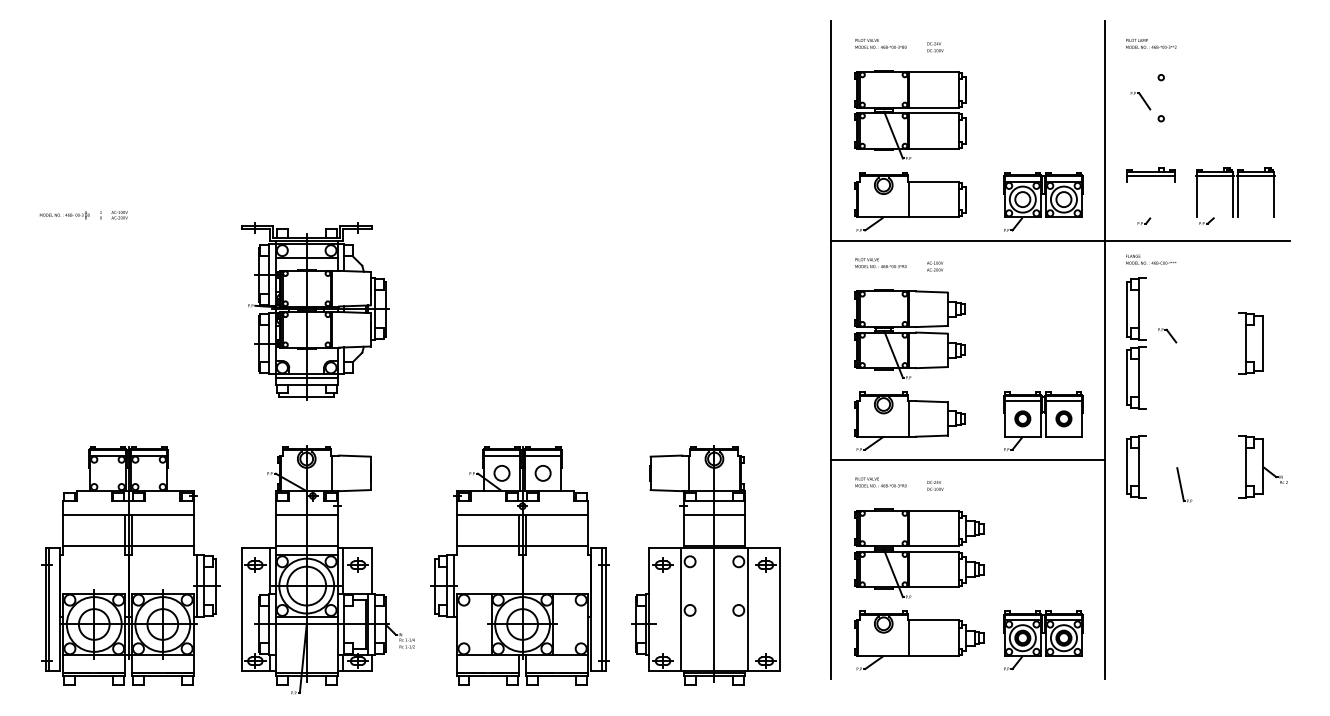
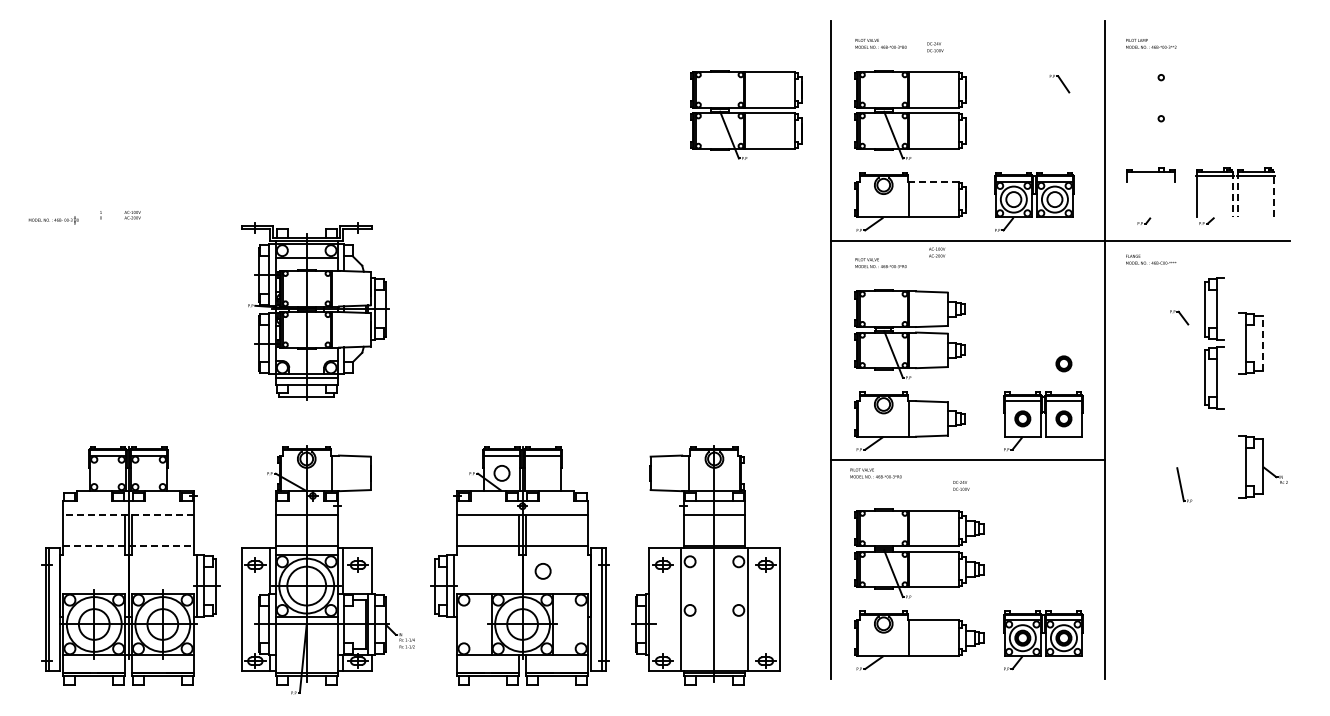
part at (1140, 100) position: (1140, 100) -> (1059, 83)
part at (746, 114): none -> present
line at (1150, 176): present -> none
line at (933, 181): solid -> dashed
line at (1273, 194): solid -> dashed
line at (1232, 195): solid -> dashed
line at (1238, 195): solid -> dashed
part at (1043, 201) position: (1043, 201) -> (1034, 201)
text at (64, 215) position: (64, 215) -> (53, 220)
text at (119, 215) position: (119, 215) -> (132, 215)
text at (935, 266) position: (935, 266) -> (937, 252)
part at (1167, 335) position: (1167, 335) -> (1179, 317)
part at (1136, 343) position: (1136, 343) -> (1214, 343)
line at (1263, 343): solid -> dashed
part at (1063, 363): none -> present
part at (1136, 466): present -> none
circle at (542, 473) position: (542, 473) -> (542, 571)
text at (880, 482) position: (880, 482) -> (875, 473)
text at (935, 485) position: (935, 485) -> (961, 485)
line at (128, 514): solid -> dashed
line at (129, 546): solid -> dashed
